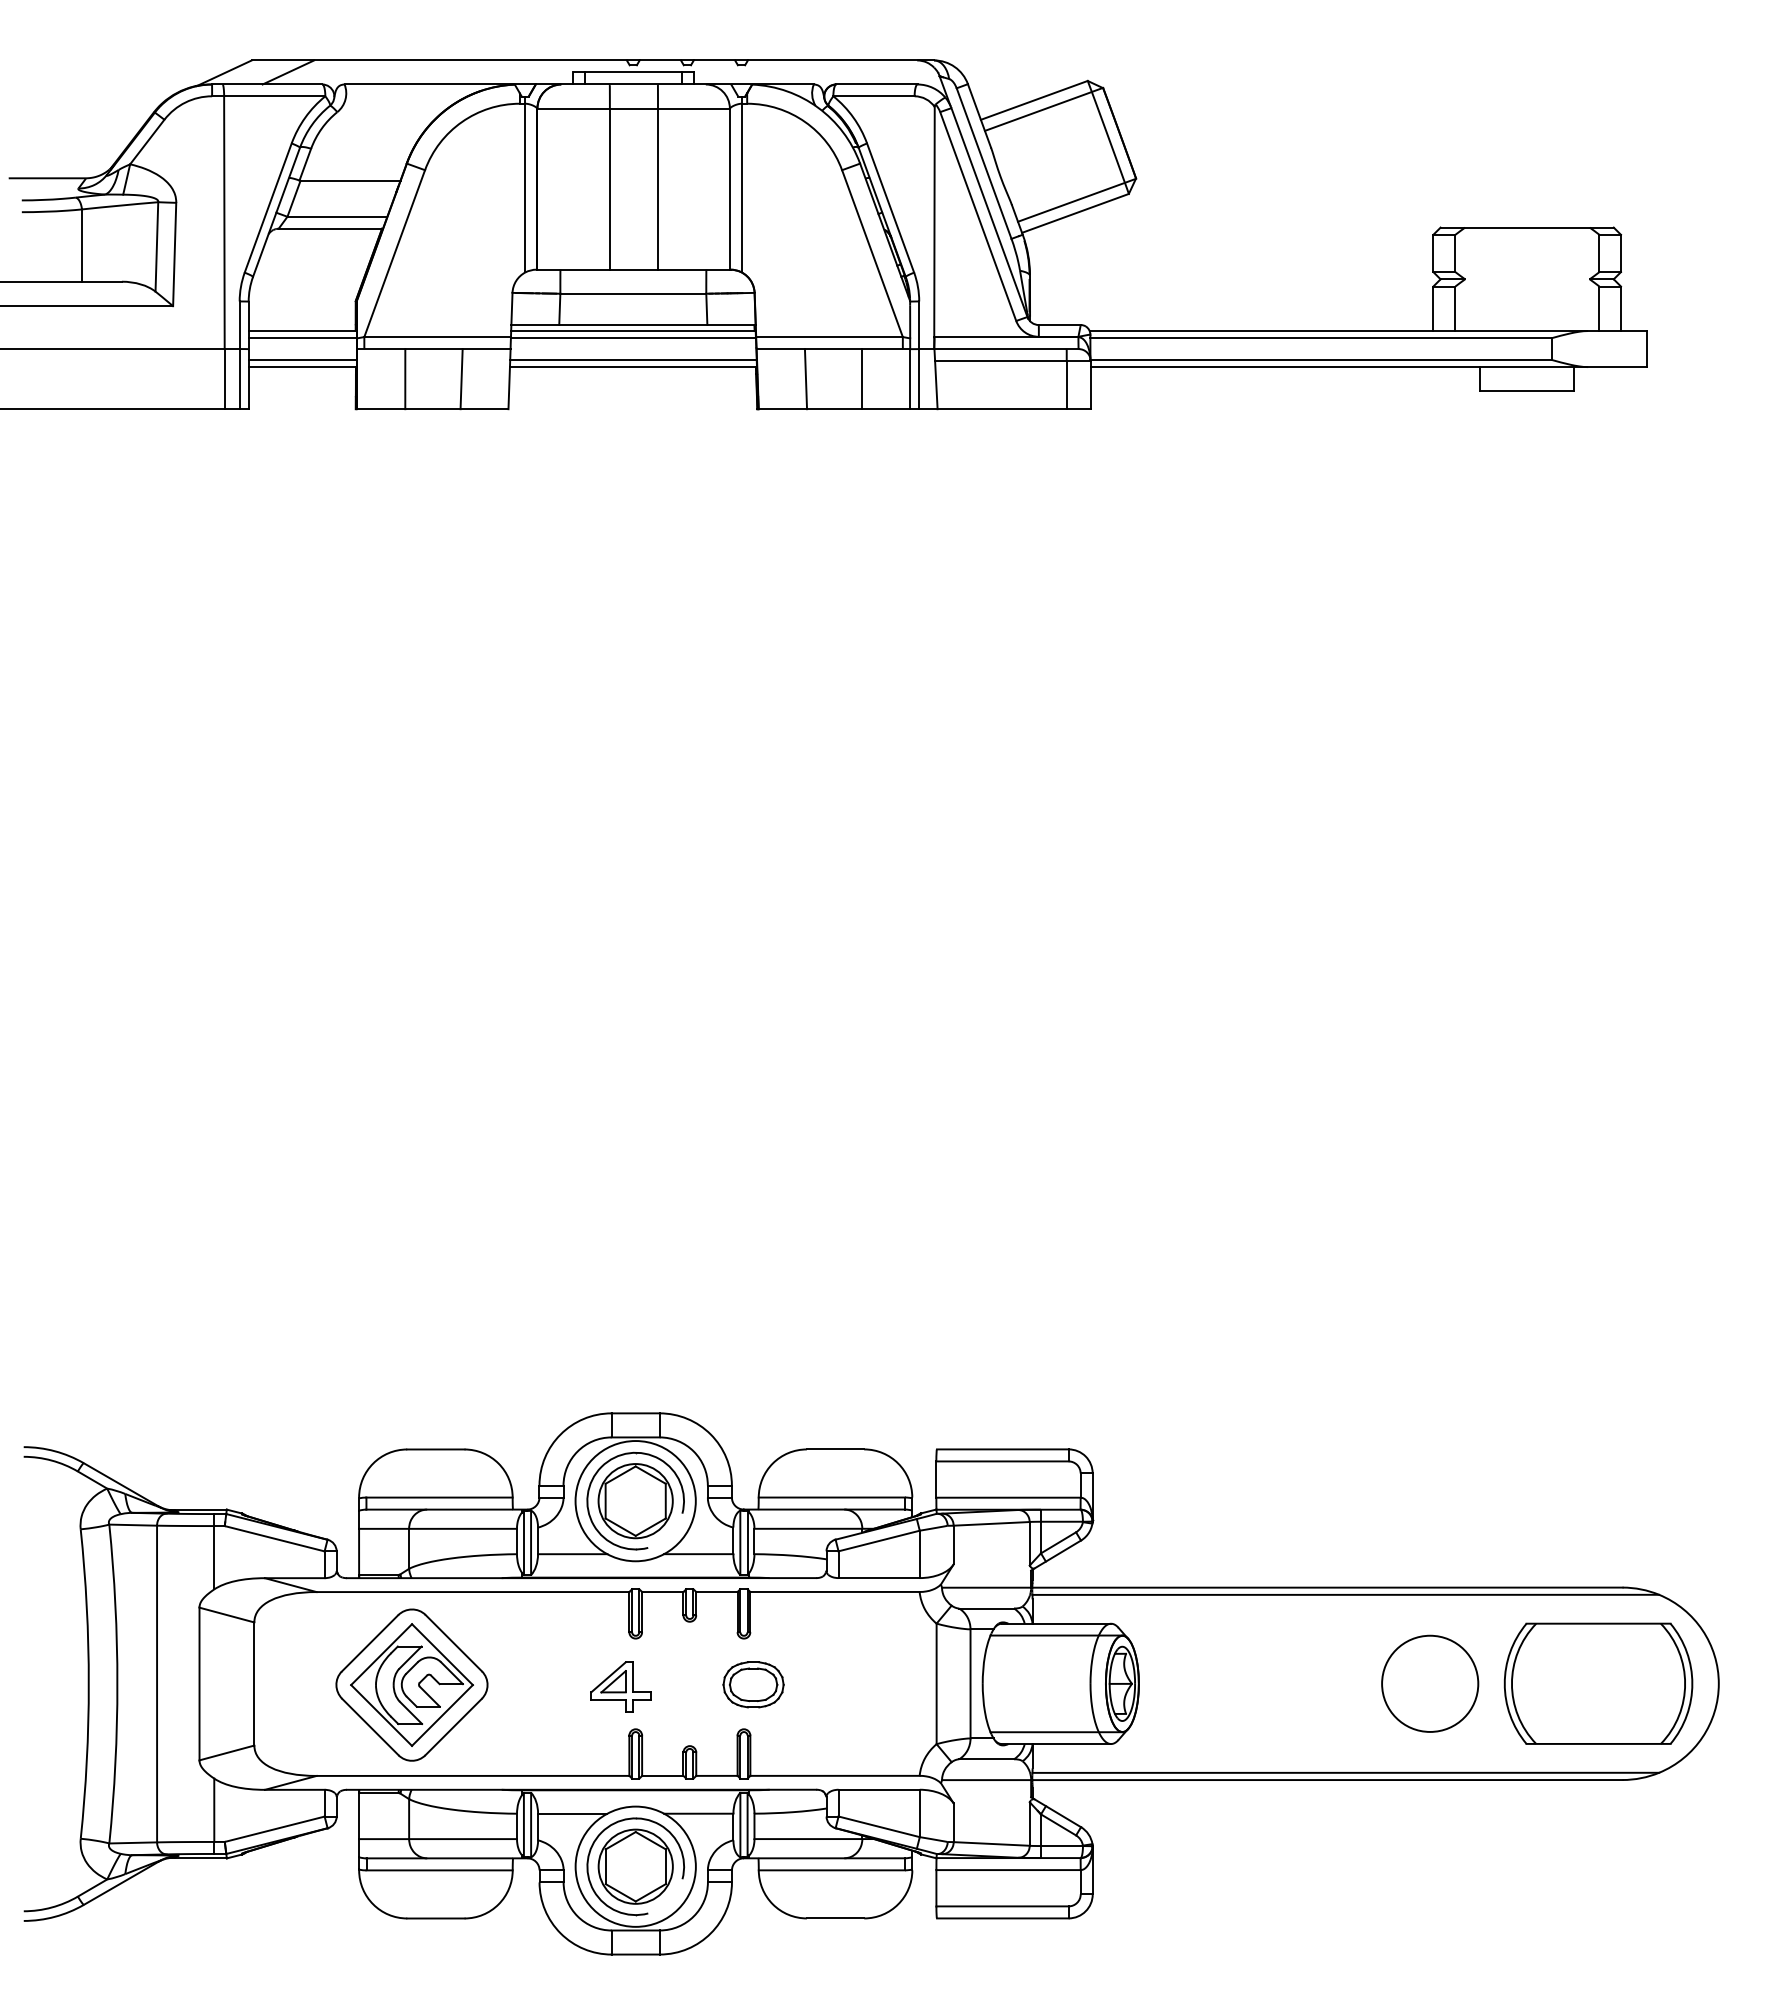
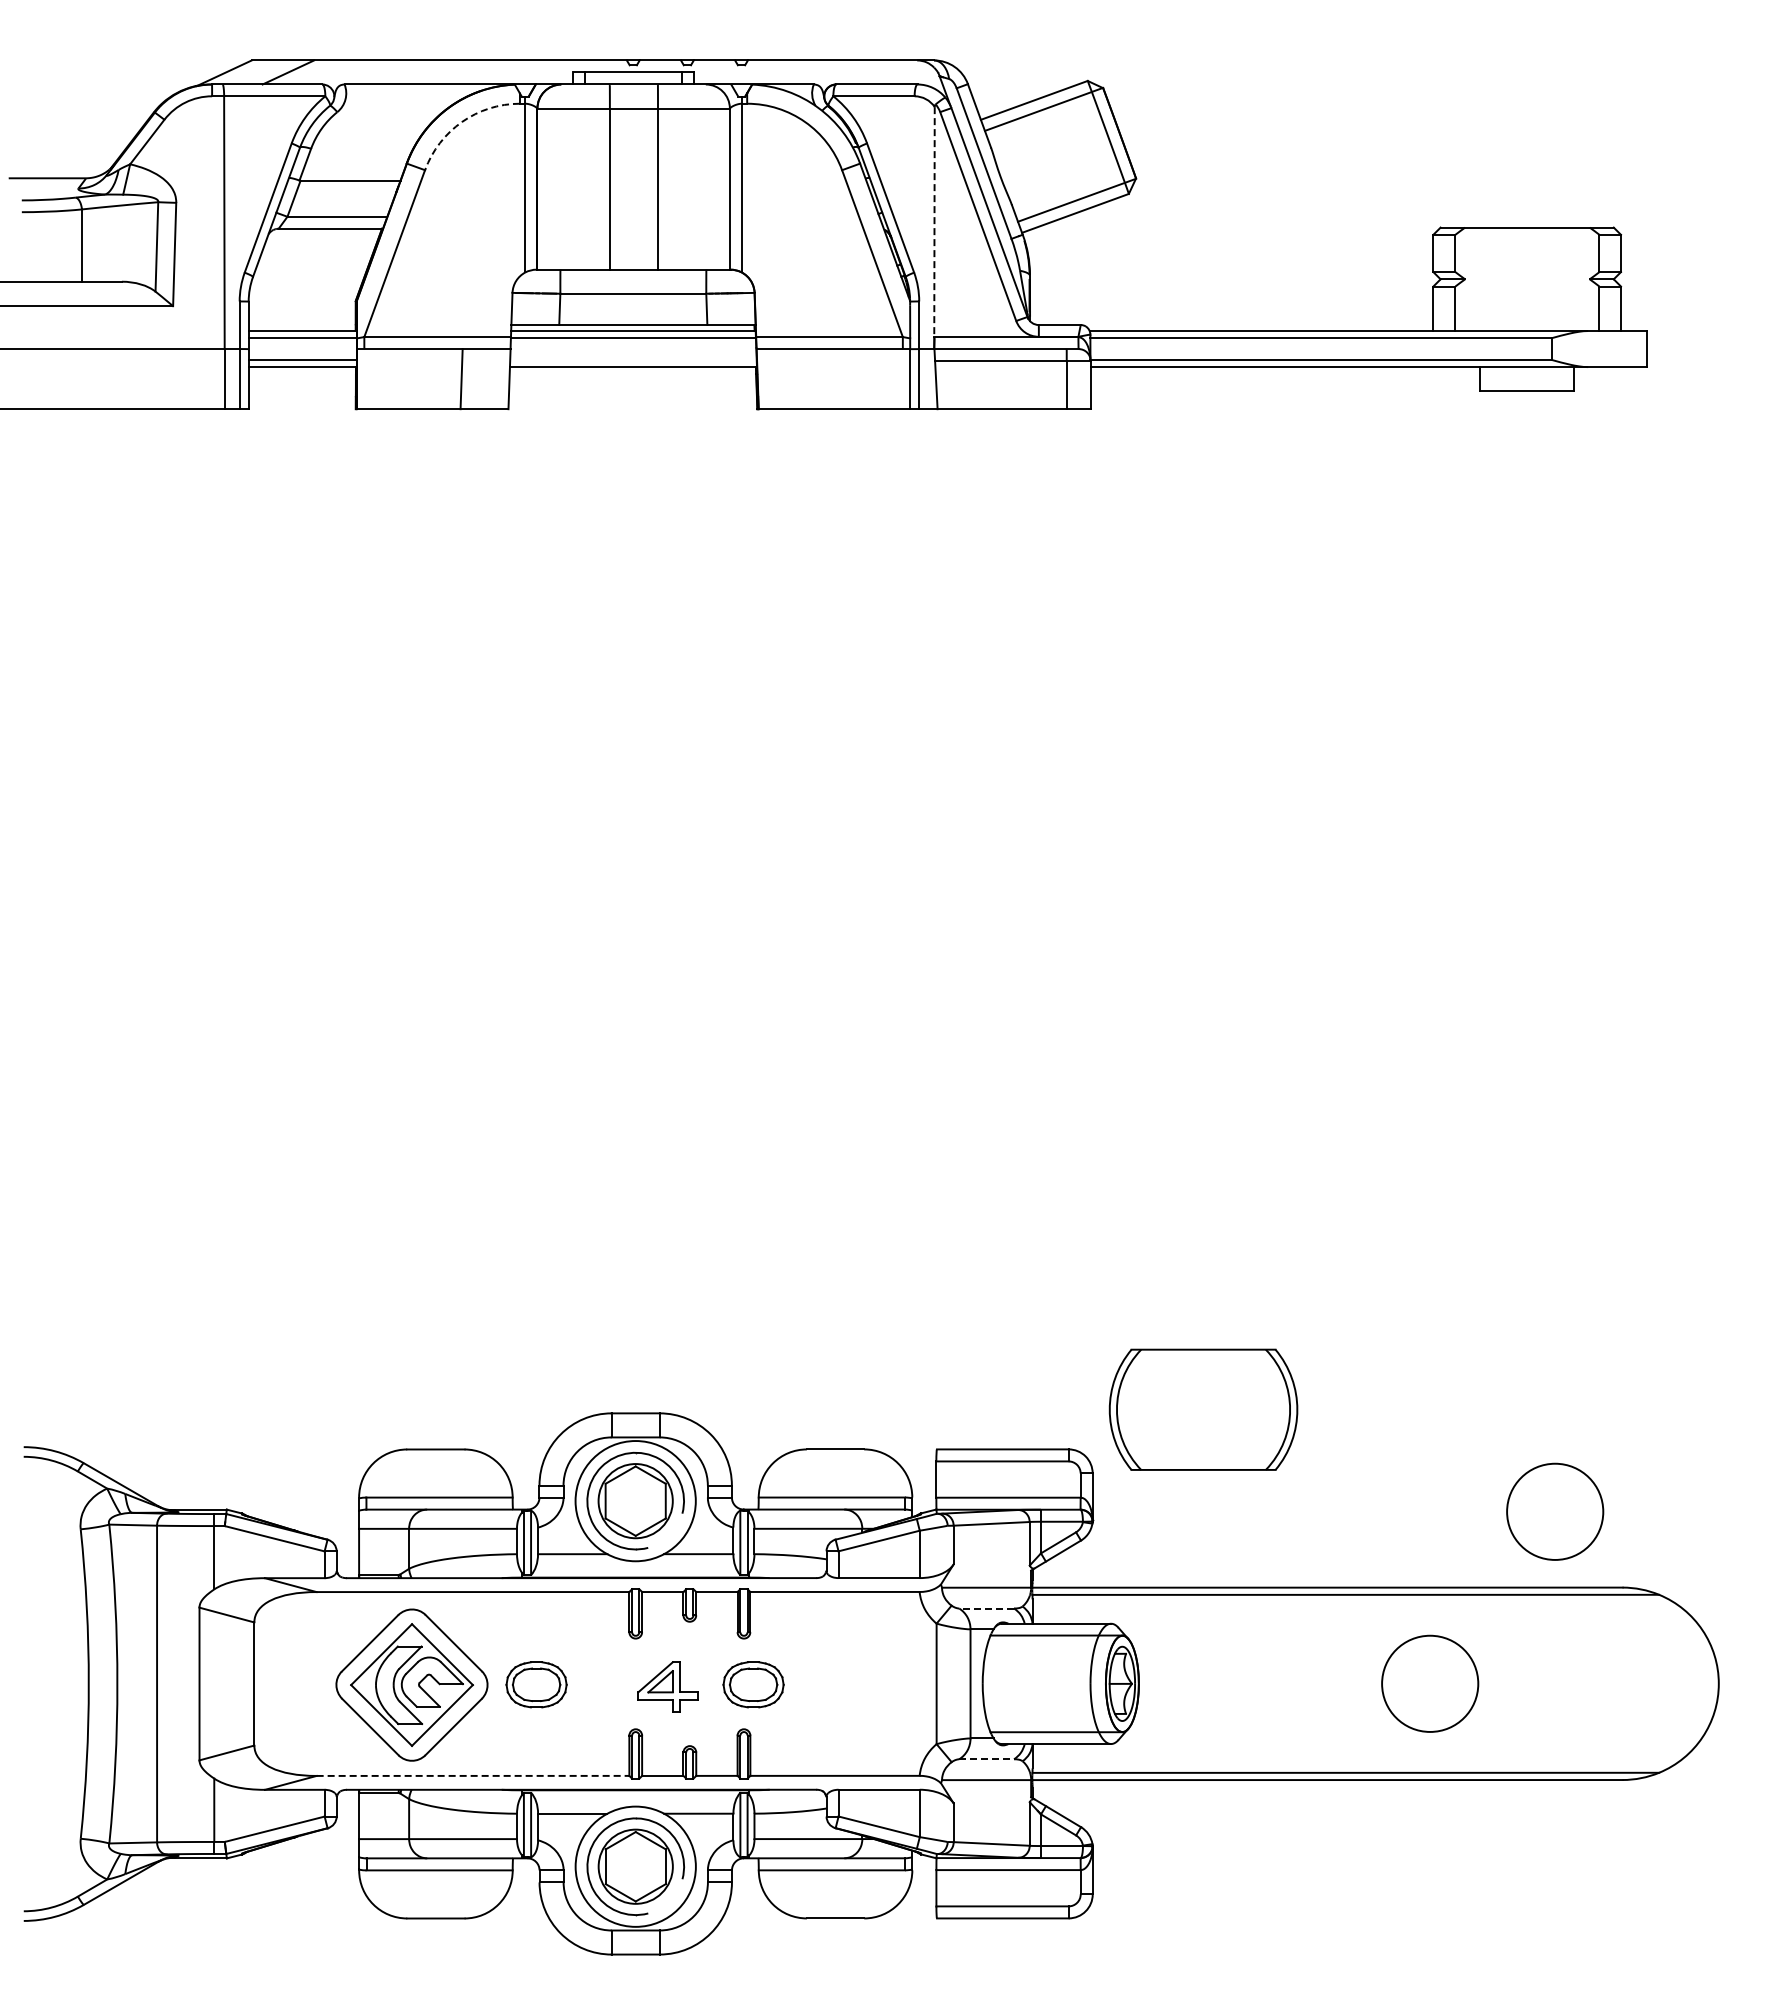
arc at (462, 122): solid -> dashed
line at (934, 222): solid -> dashed
line at (633, 359): present -> none
line at (405, 379): present -> none
line at (805, 379): present -> none
line at (862, 379): present -> none
circle at (1555, 1511): none -> present
line at (986, 1608): solid -> dashed
part at (1598, 1683) position: (1598, 1683) -> (1203, 1409)
part at (536, 1684): none -> present
part at (620, 1686) position: (620, 1686) -> (667, 1686)
line at (987, 1759): solid -> dashed
line at (473, 1775): solid -> dashed
